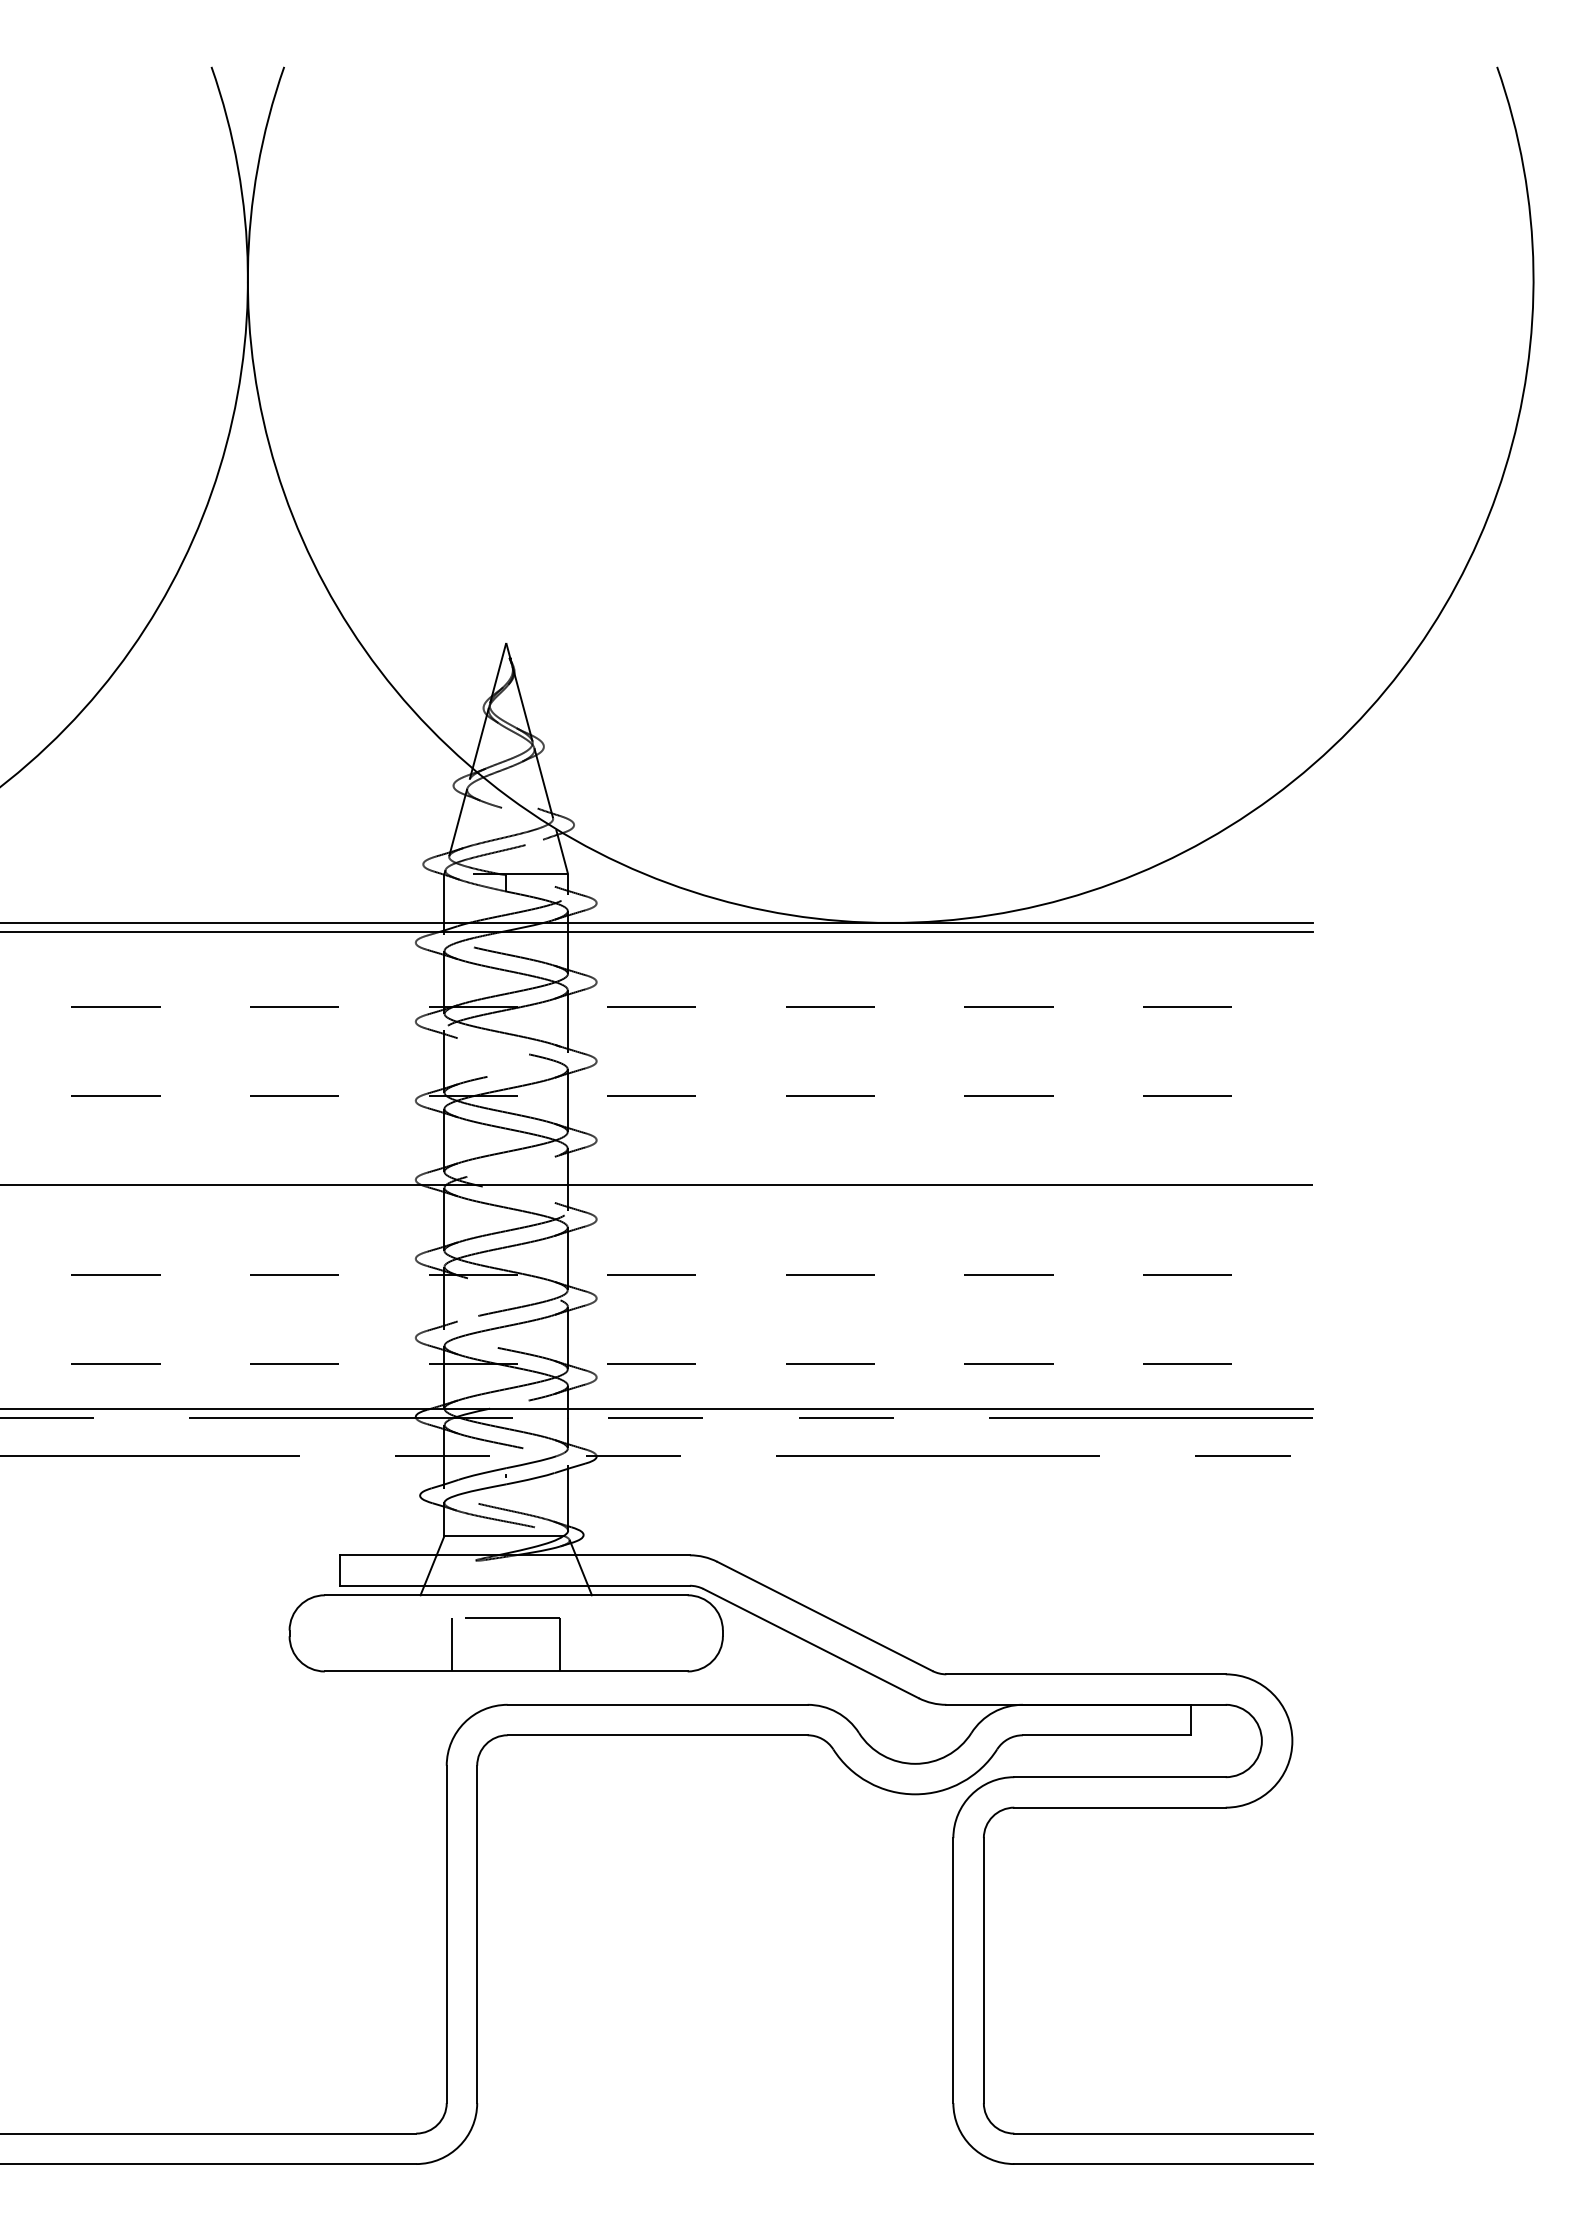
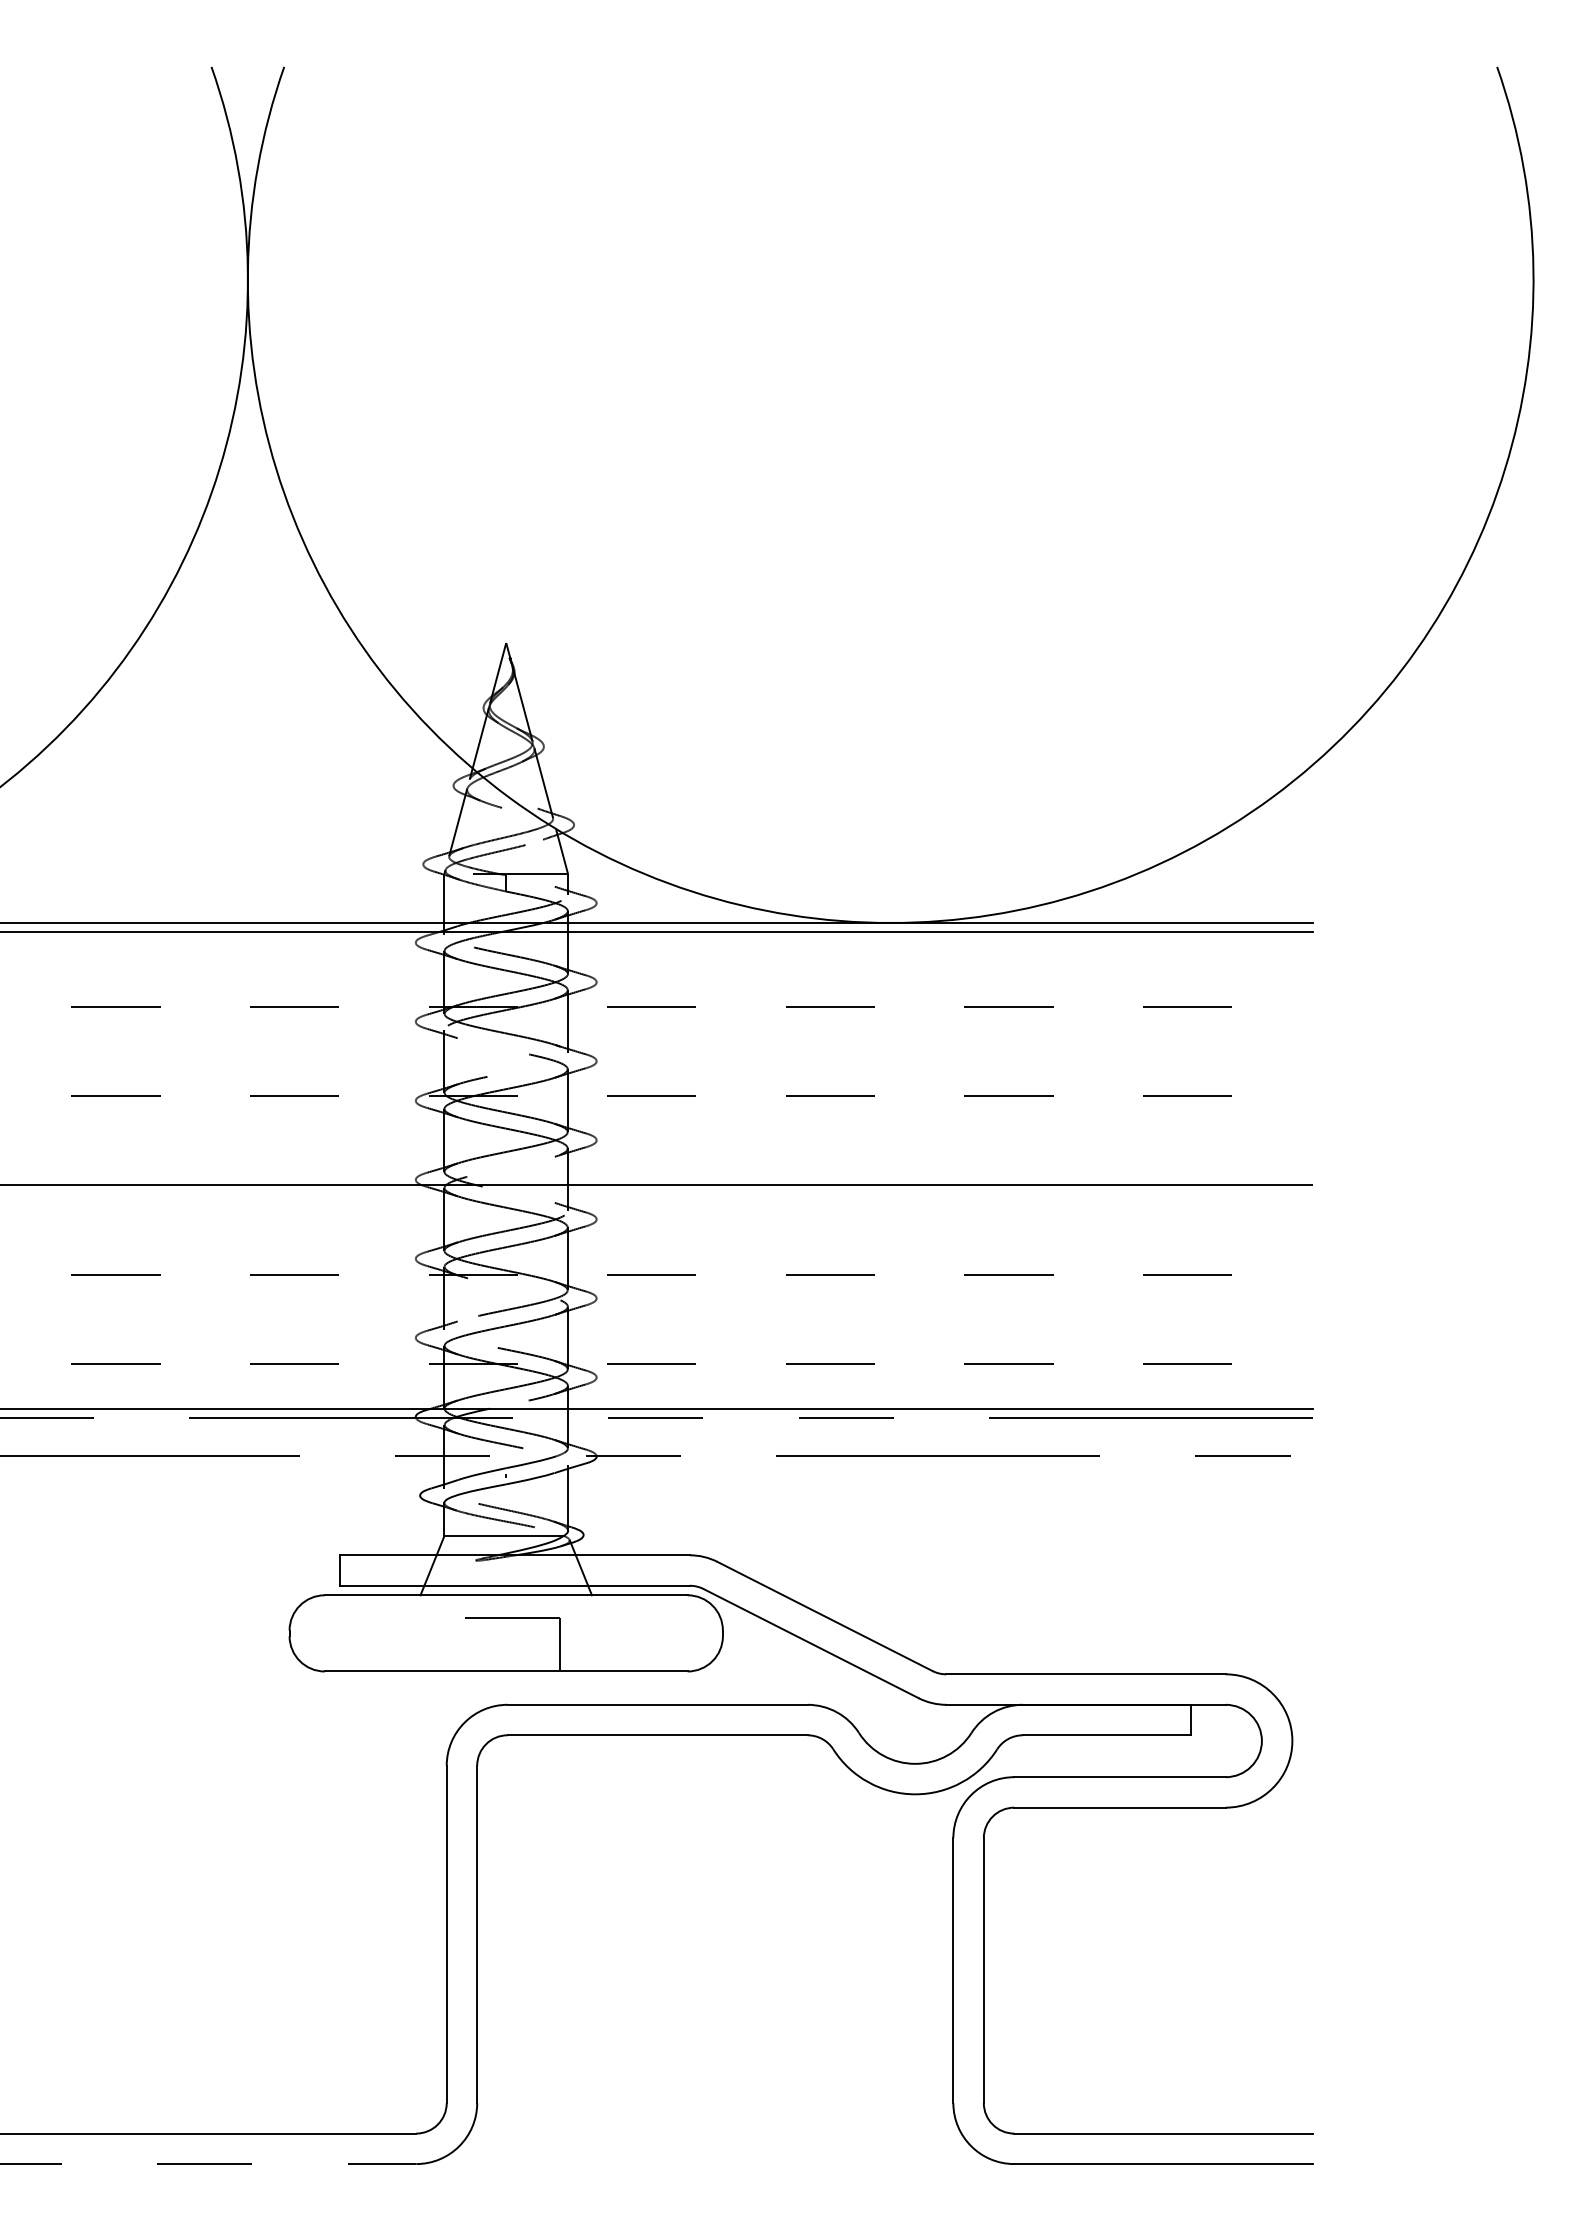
line at (452, 1644): present -> none
line at (208, 2164): solid -> dashed
